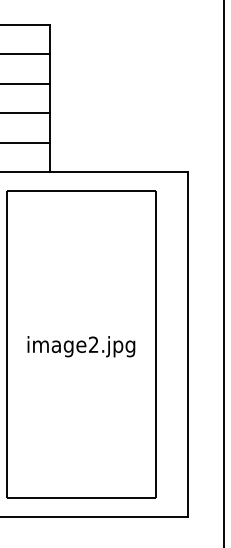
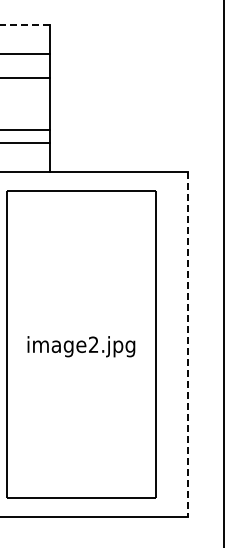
line at (24, 24): solid -> dashed
line at (25, 83) position: (25, 83) -> (25, 77)
line at (25, 113) position: (25, 113) -> (25, 130)
line at (187, 344): solid -> dashed
